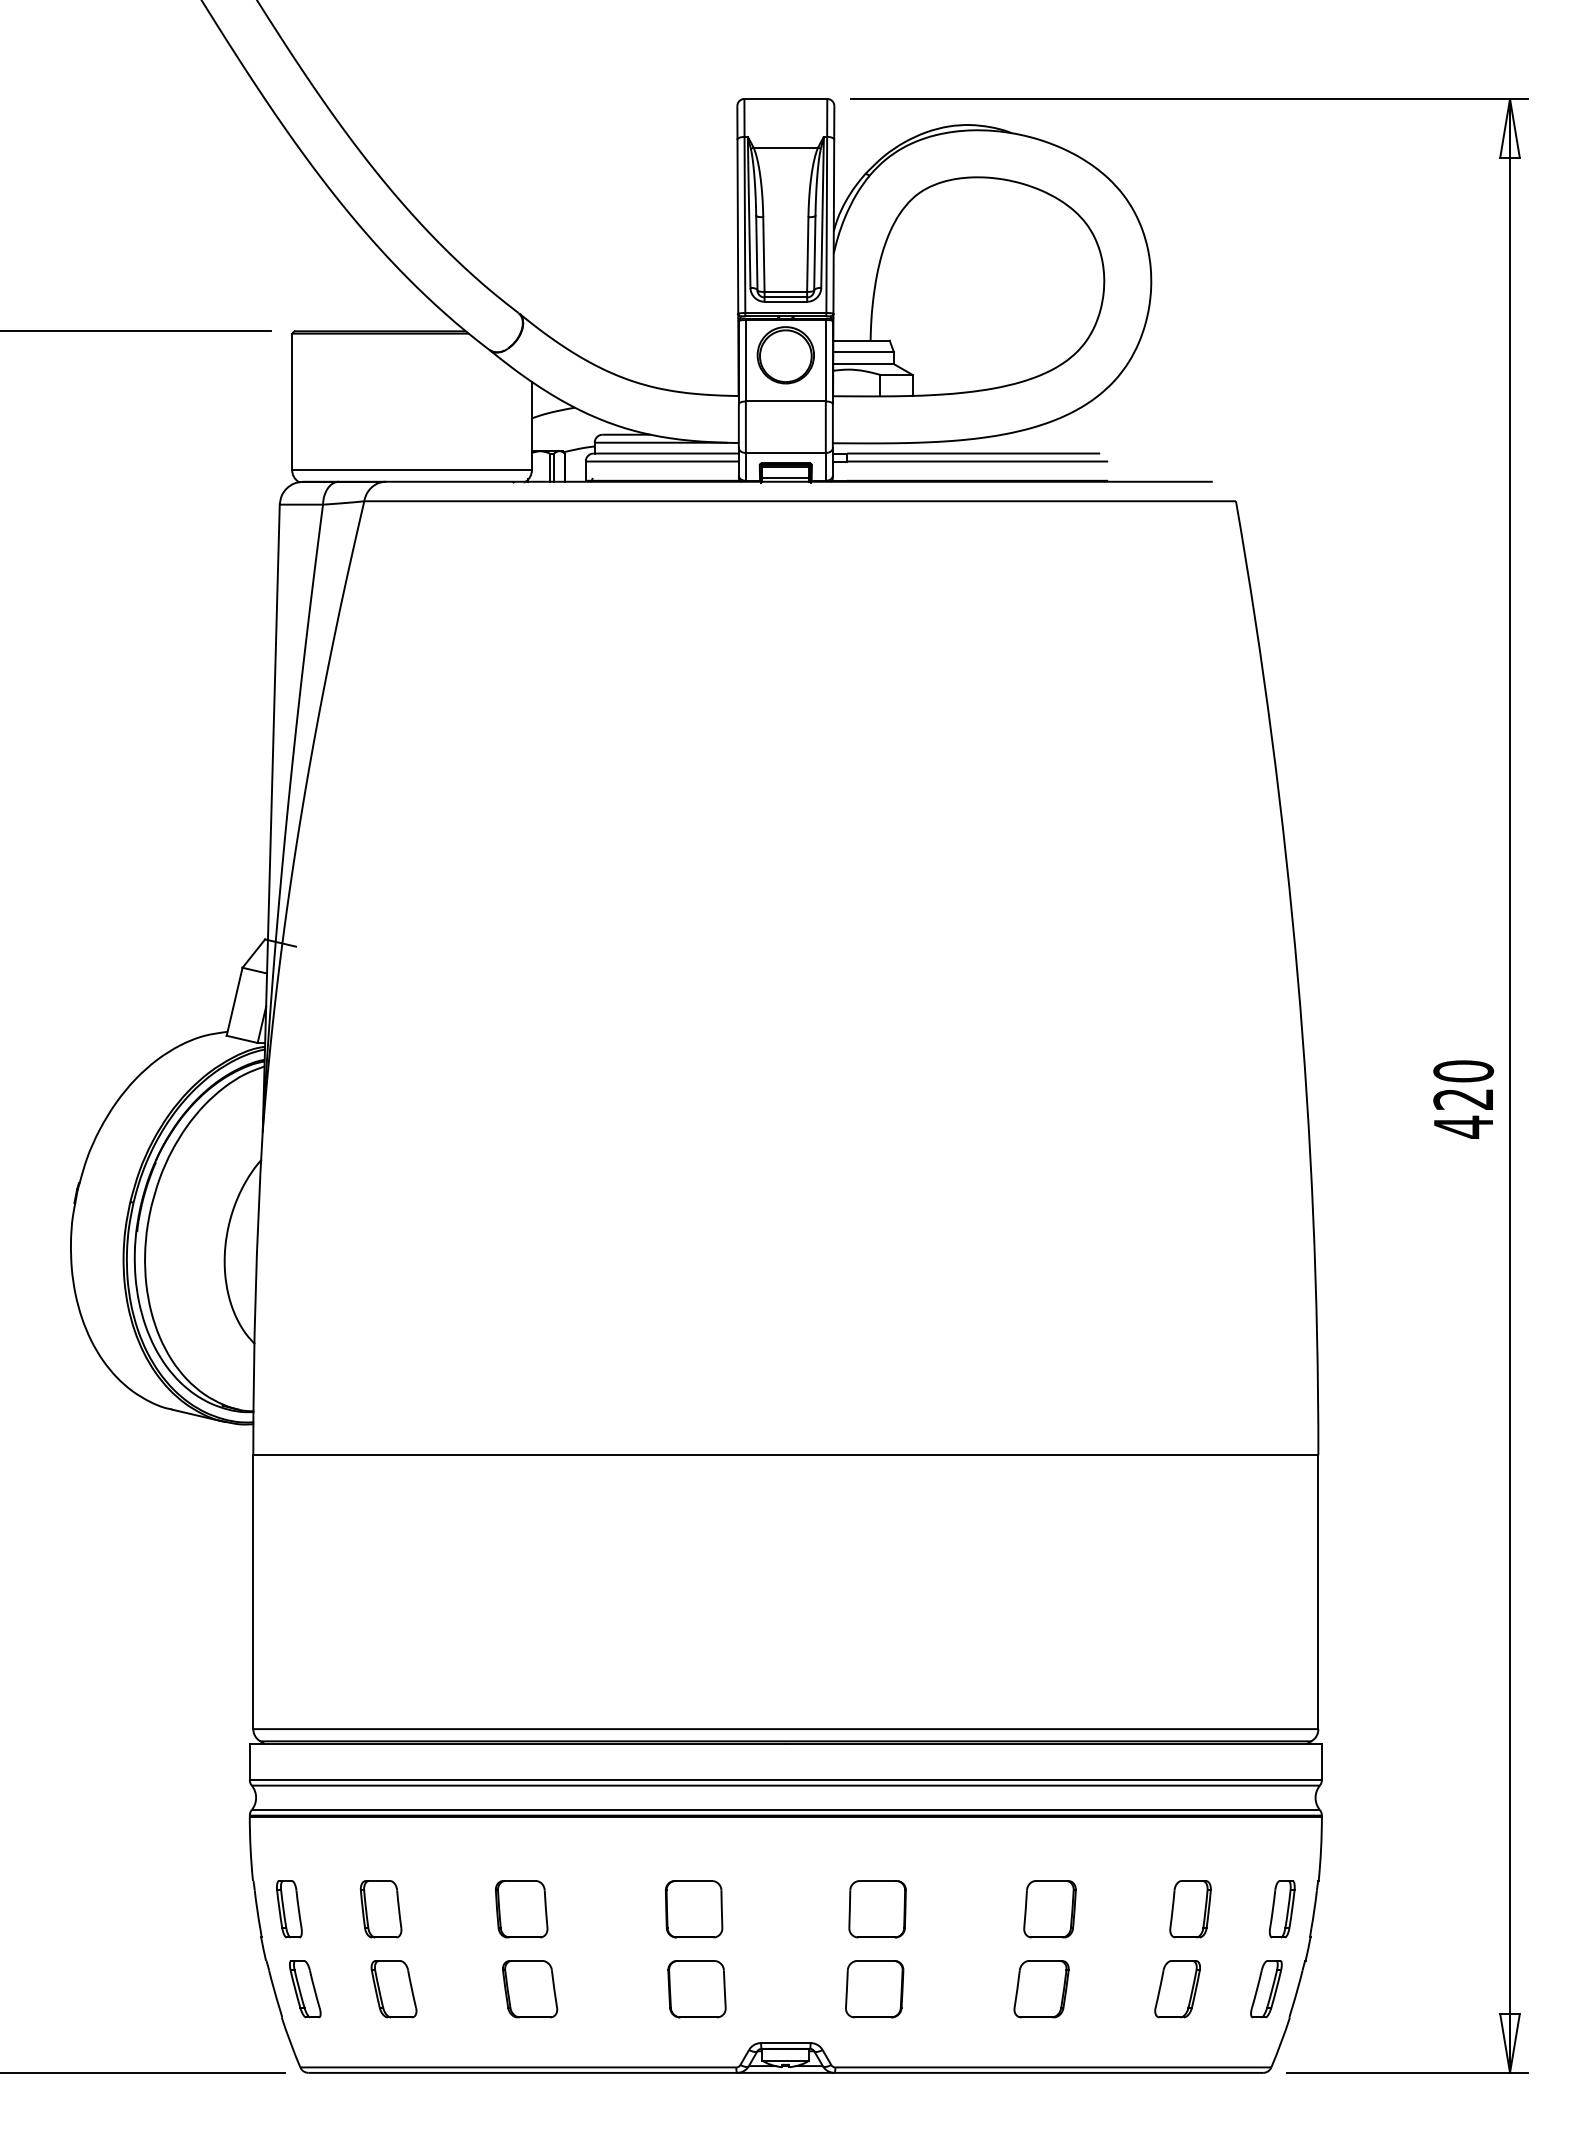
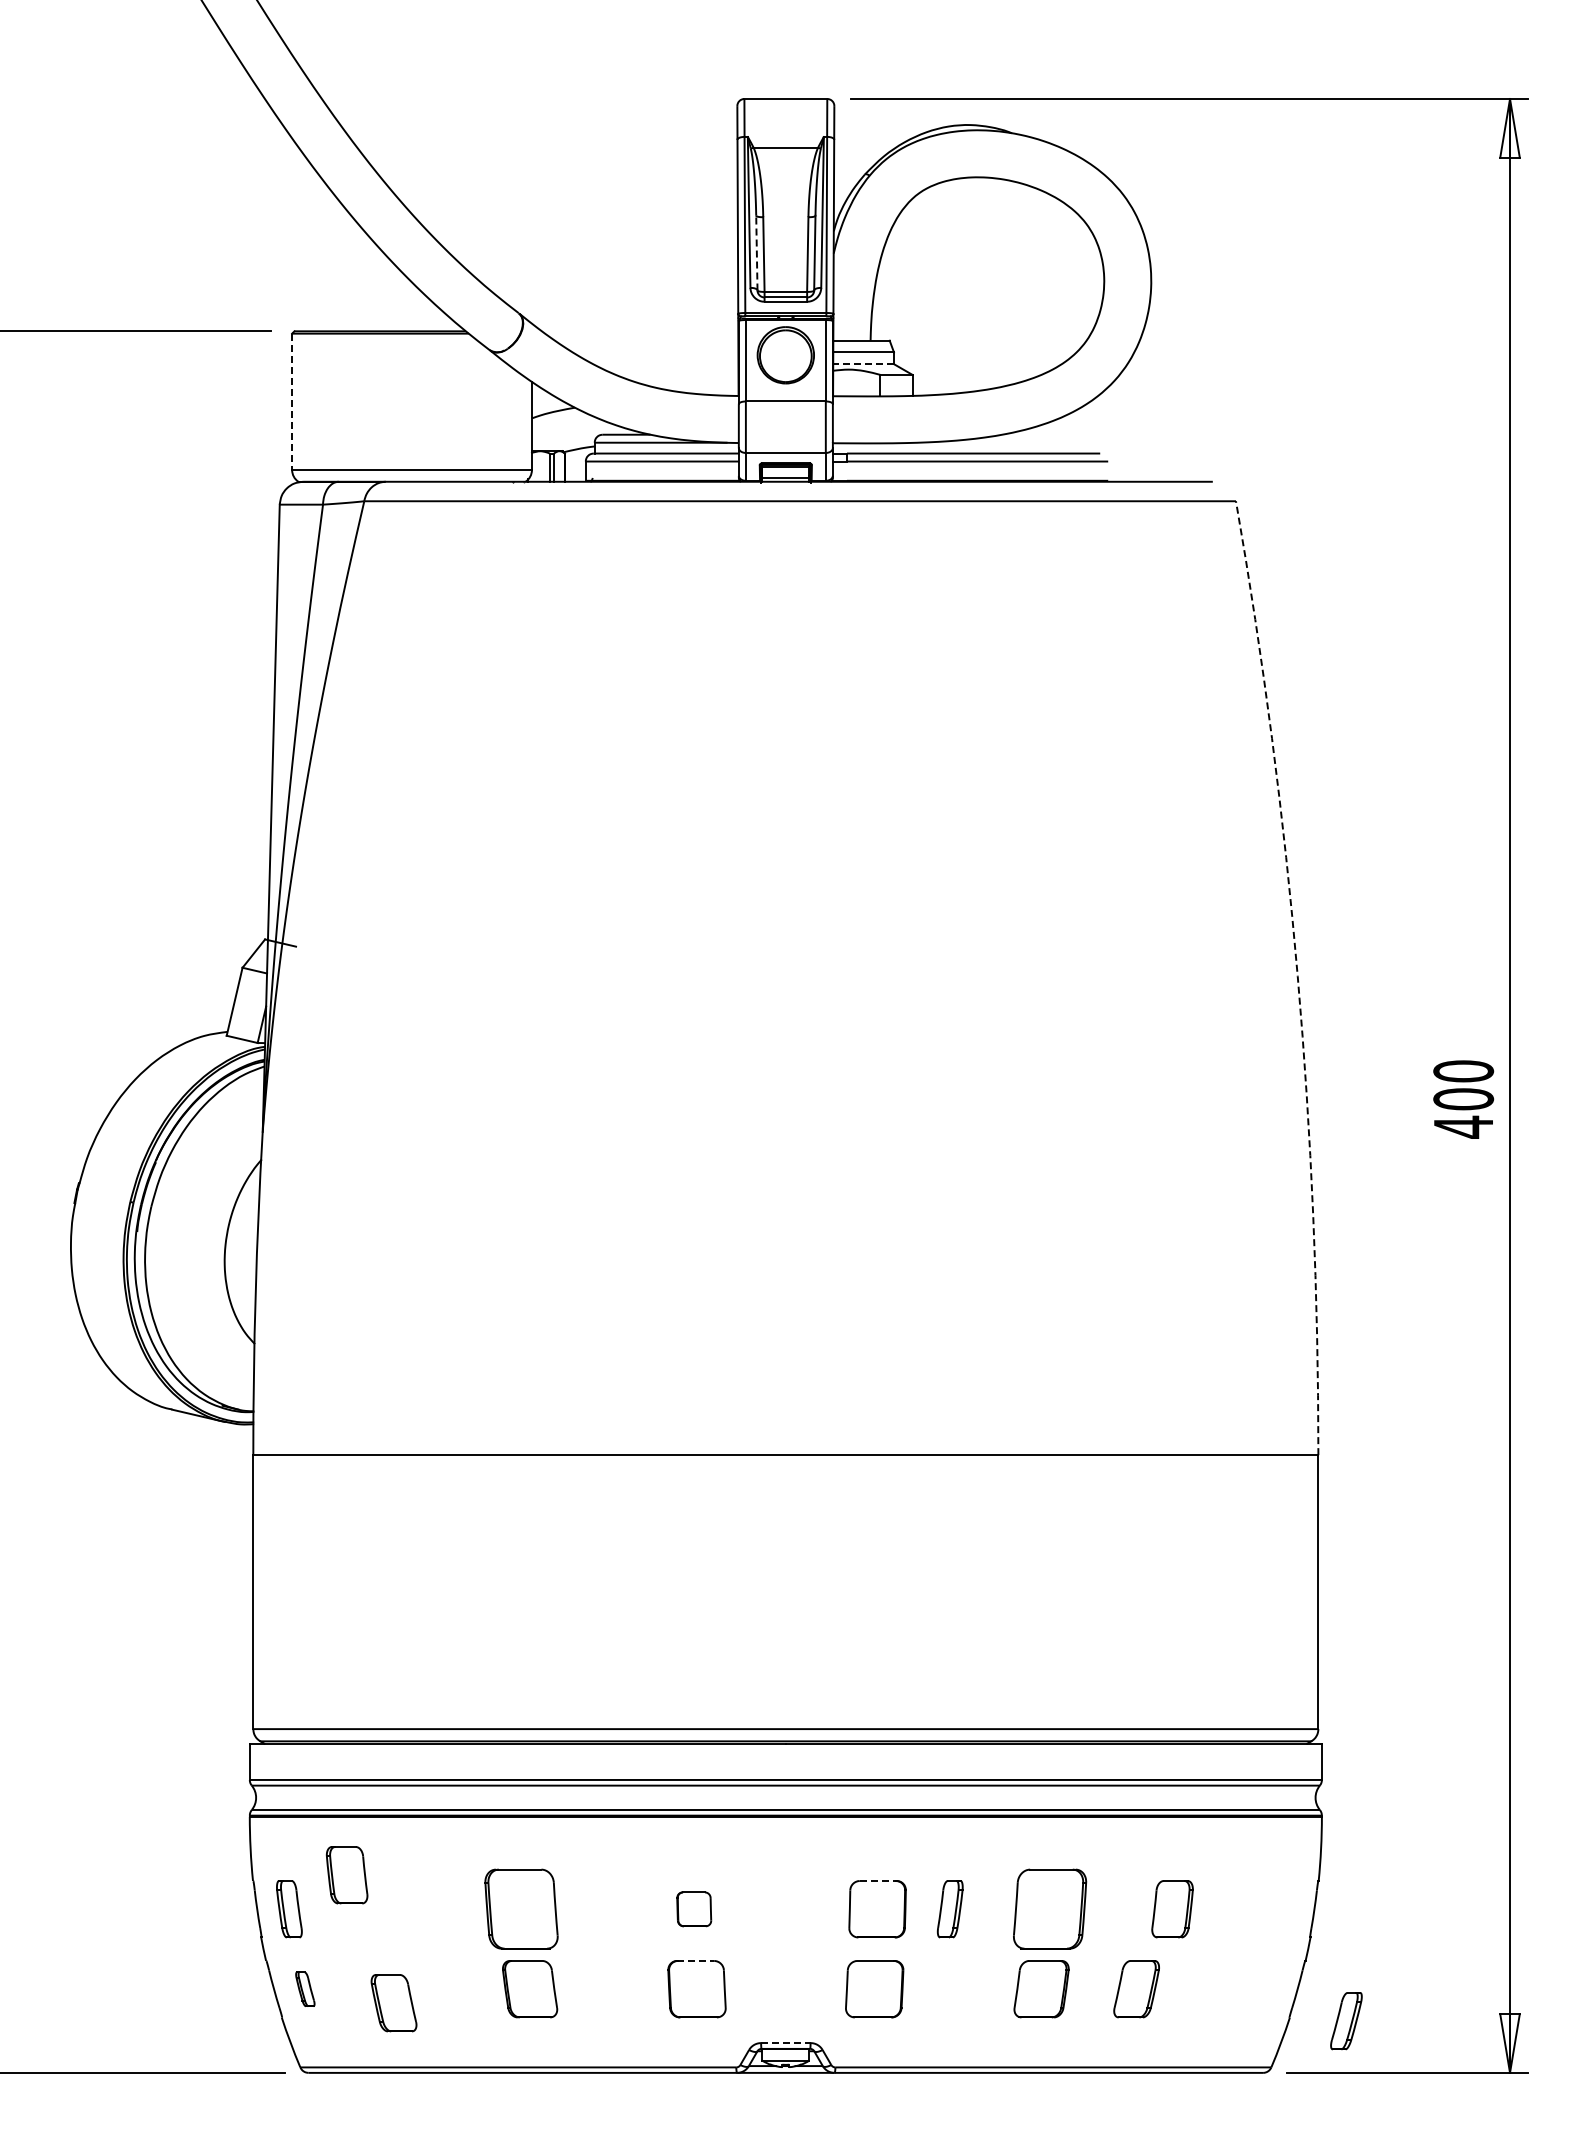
line at (756, 252): solid -> dashed
line at (863, 364): solid -> dashed
line at (292, 402): solid -> dashed
arc at (1297, 976): solid -> dashed
text at (1463, 1099): 420 -> 400
line at (878, 1881): solid -> dashed
part at (380, 1909) position: (380, 1909) -> (346, 1875)
part at (521, 1909) size: 54x59 px -> 75x82 px
part at (694, 1909) size: 59x59 px -> 37x37 px
part at (1049, 1909) size: 54x59 px -> 75x82 px
part at (1190, 1909) position: (1190, 1909) -> (1172, 1909)
part at (1281, 1909) position: (1281, 1909) -> (949, 1909)
line at (695, 1960): solid -> dashed
part at (305, 1989) size: 33x59 px -> 21x36 px
part at (393, 1989) position: (393, 1989) -> (393, 2003)
part at (1177, 1989) position: (1177, 1989) -> (1136, 1989)
part at (1266, 1989) position: (1266, 1989) -> (1346, 2021)
line at (785, 2043): solid -> dashed
